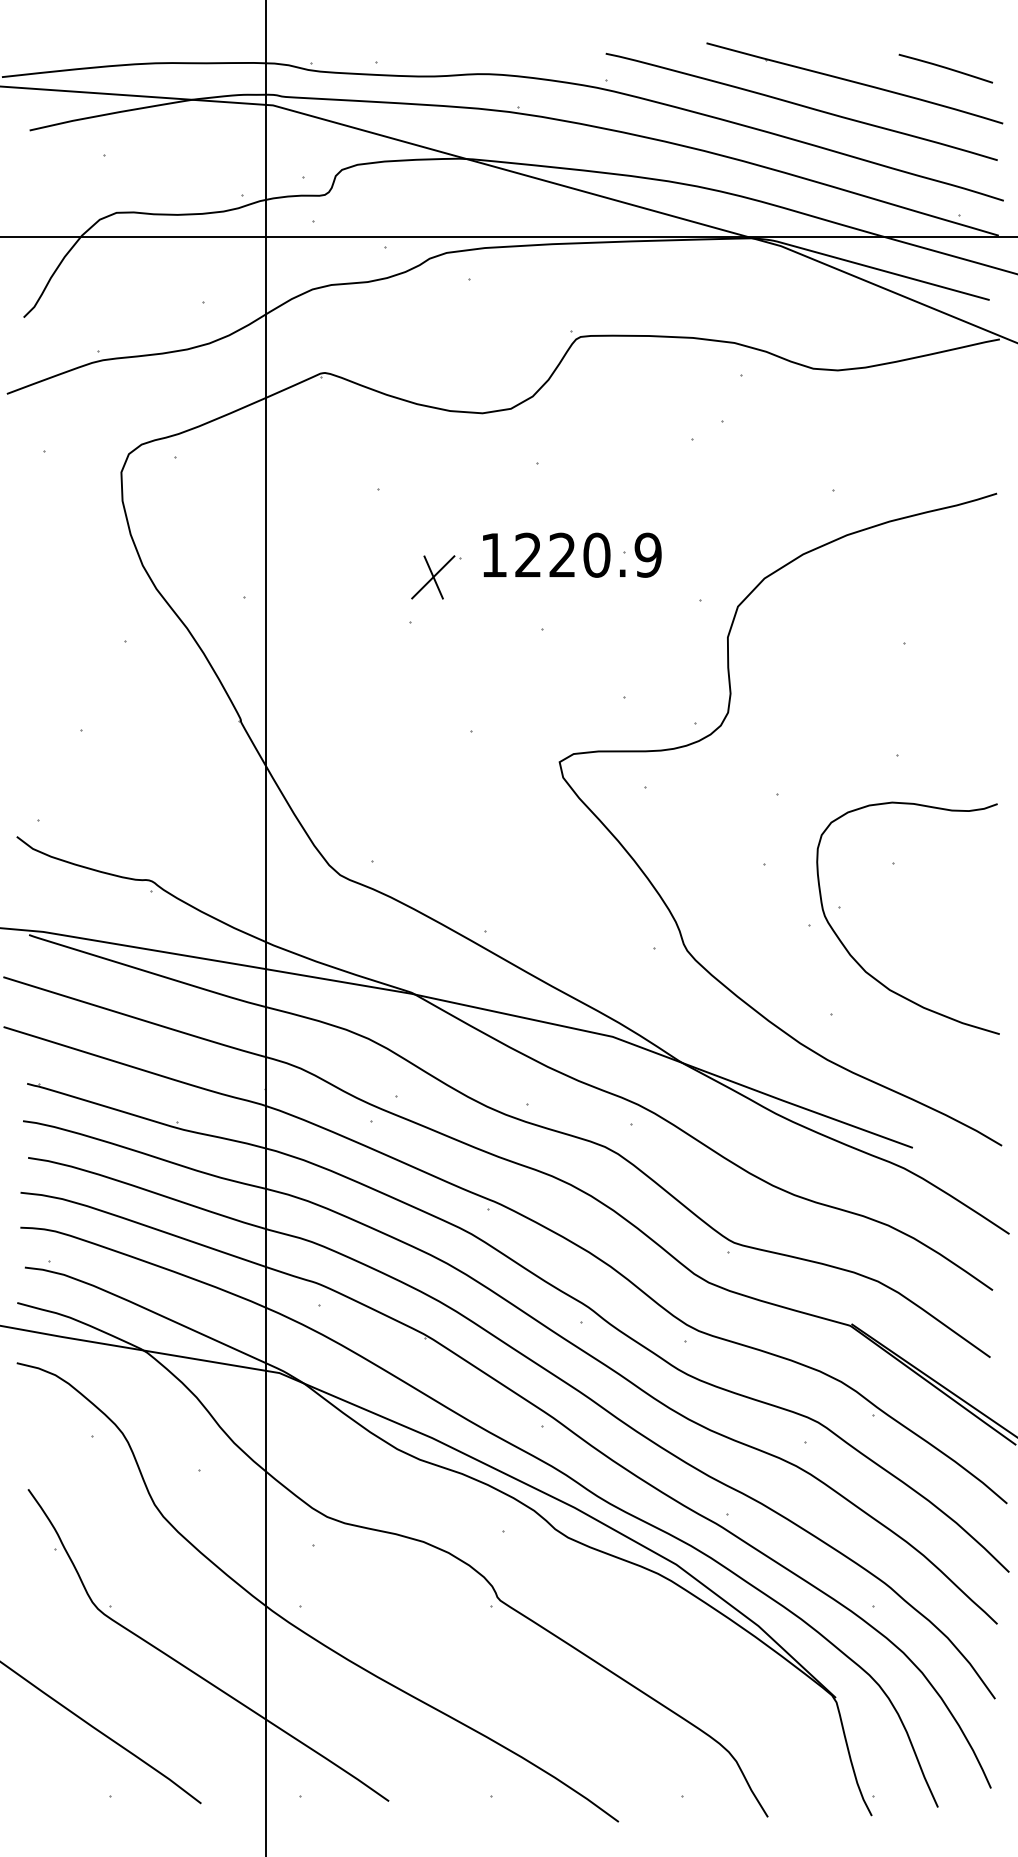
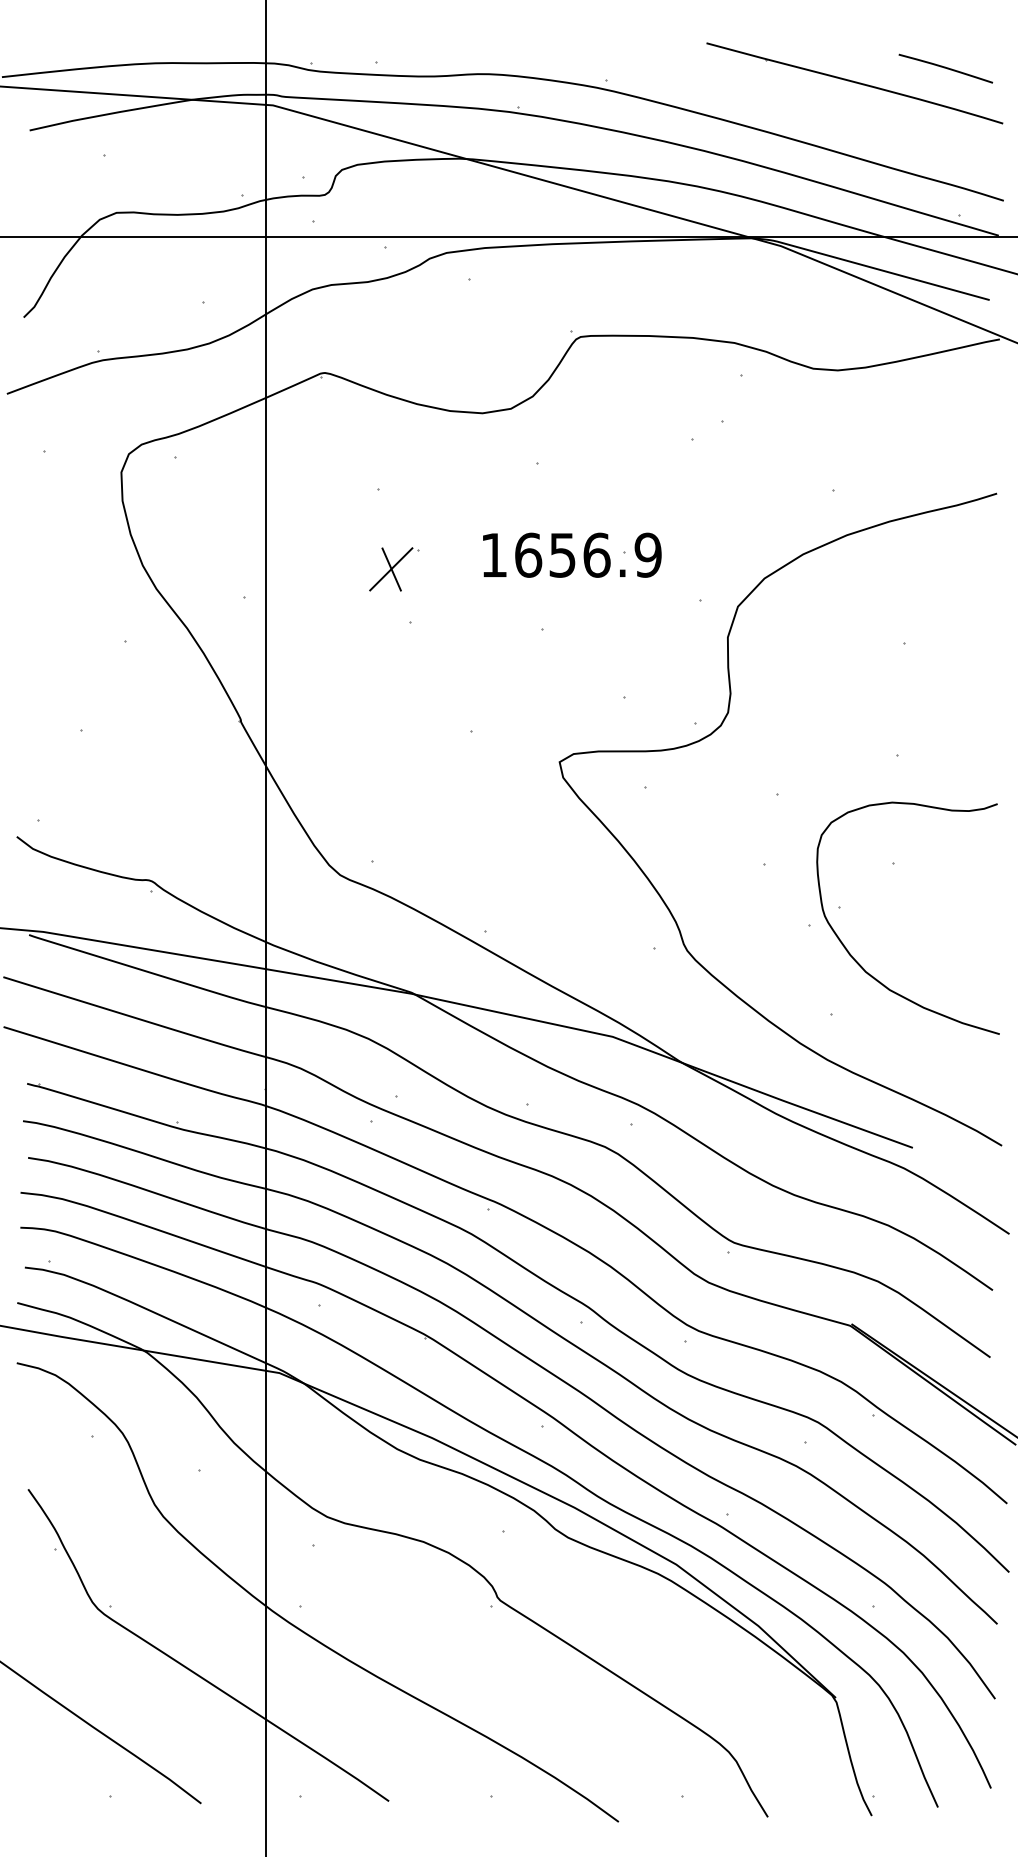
curve at (801, 106): present -> none
text at (562, 554): 1220.9 -> 1656.9
part at (436, 577) position: (436, 577) -> (394, 569)
